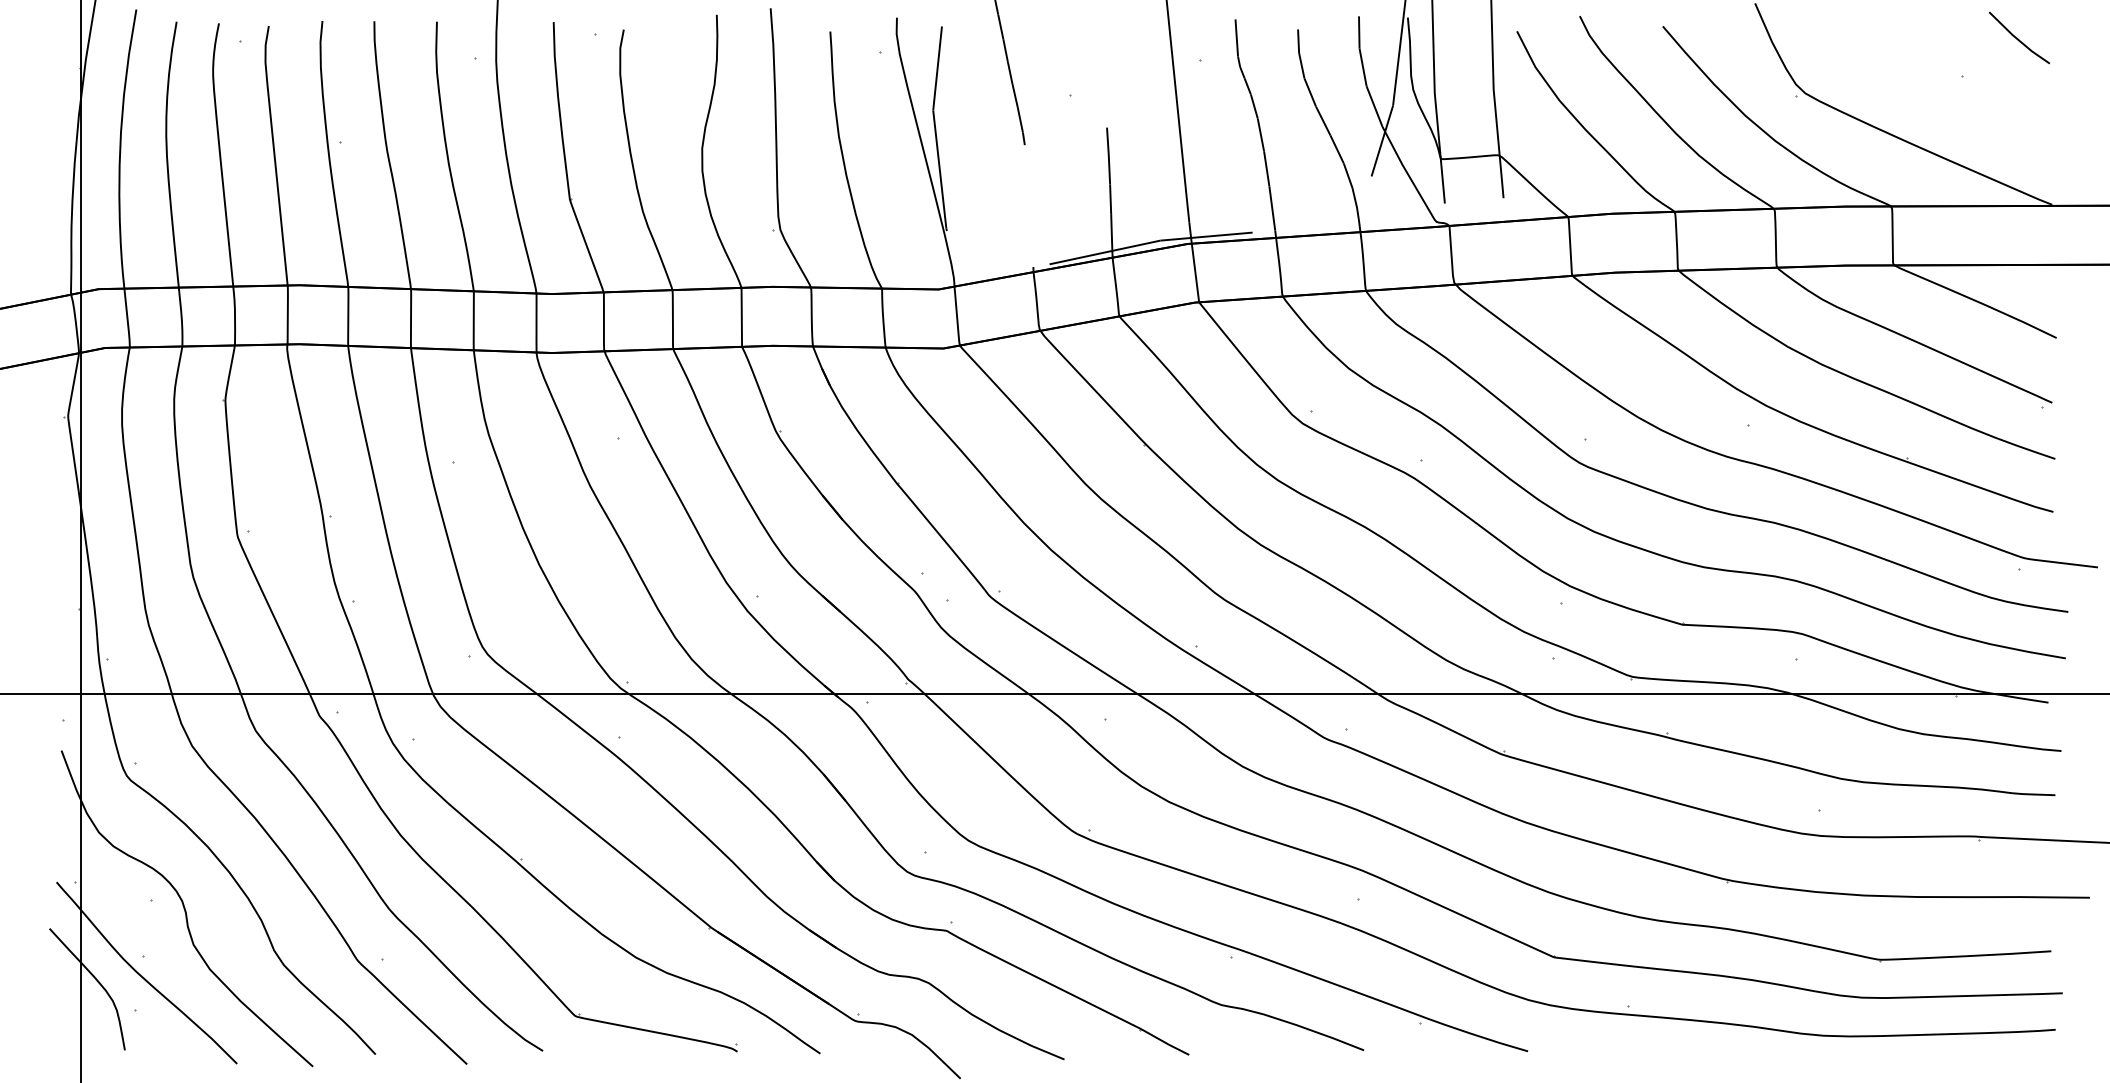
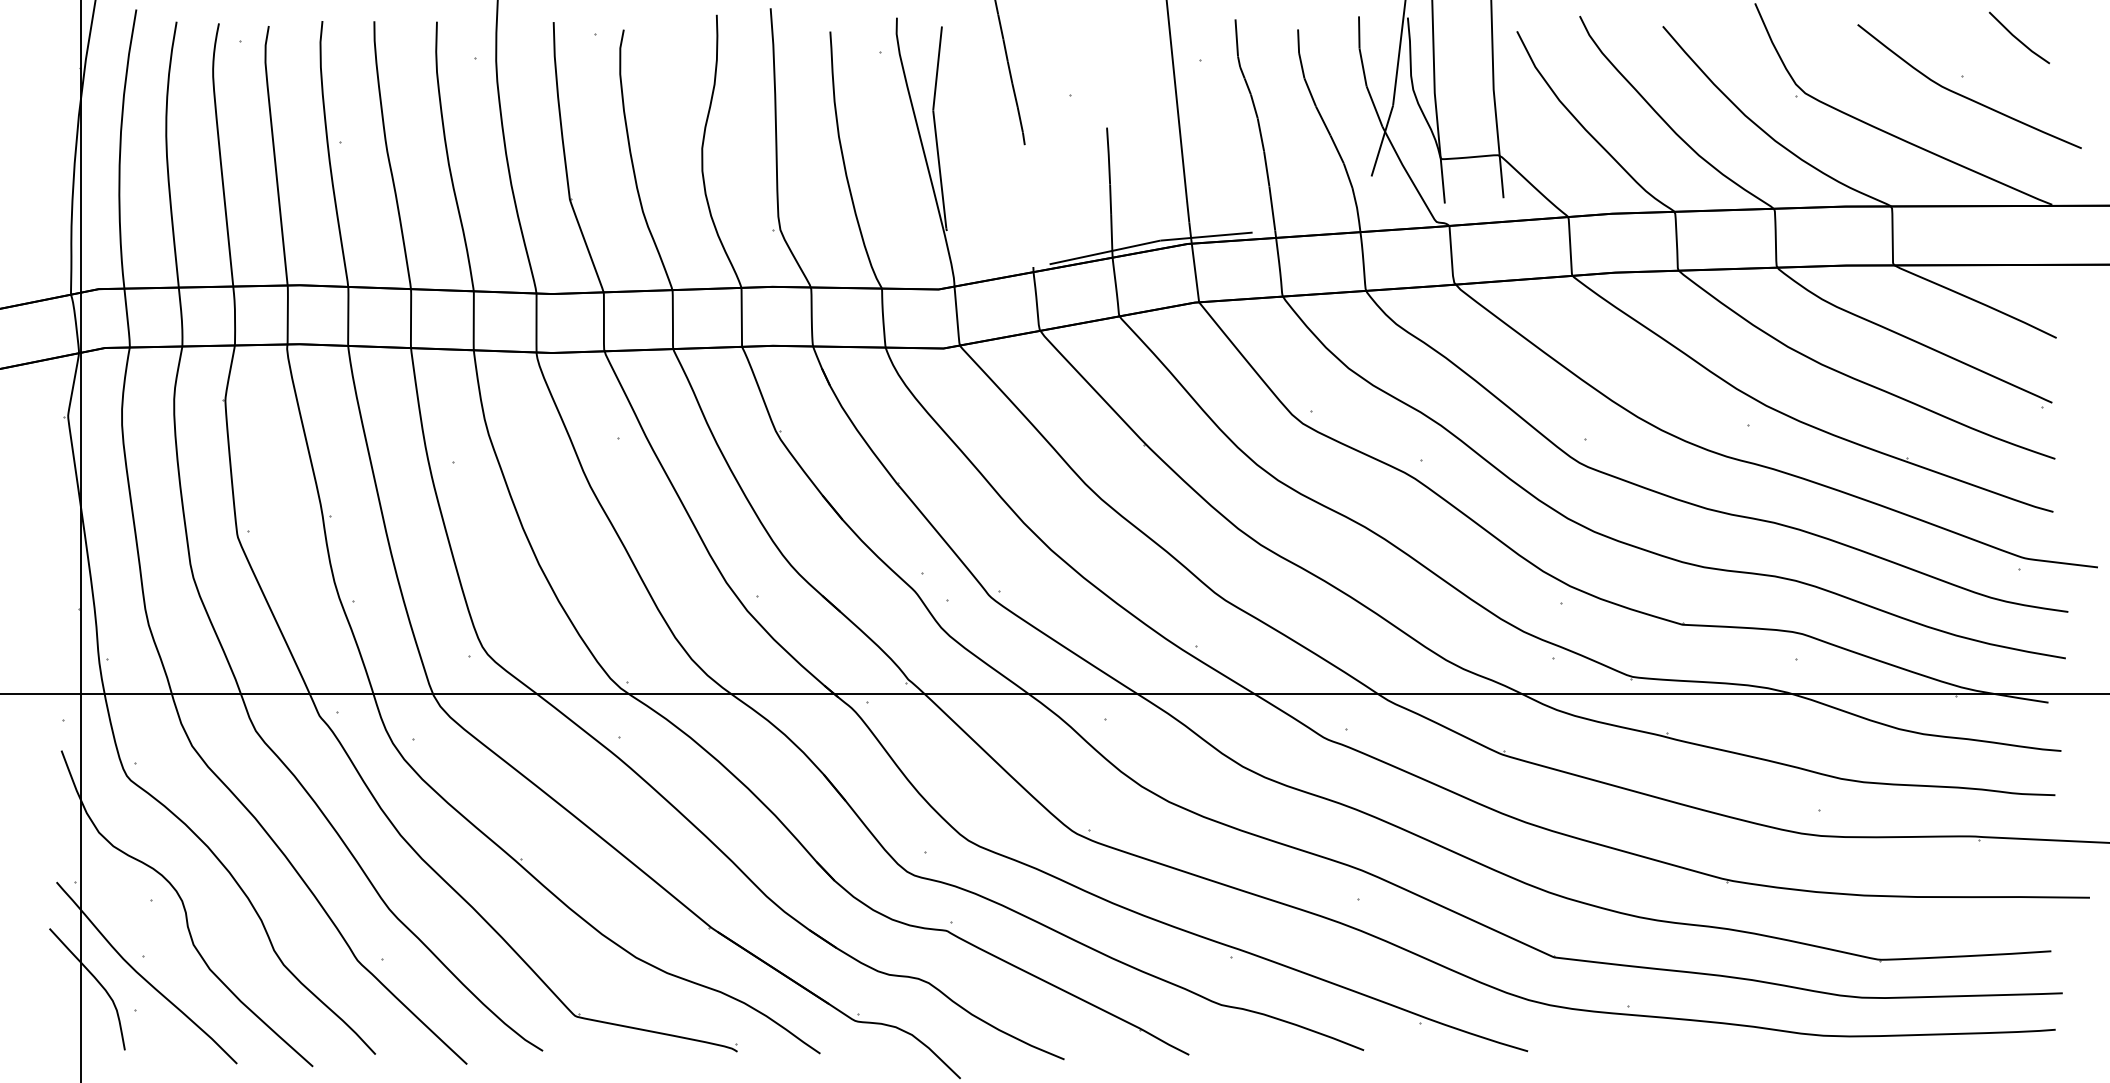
curve at (1964, 95): none -> present
